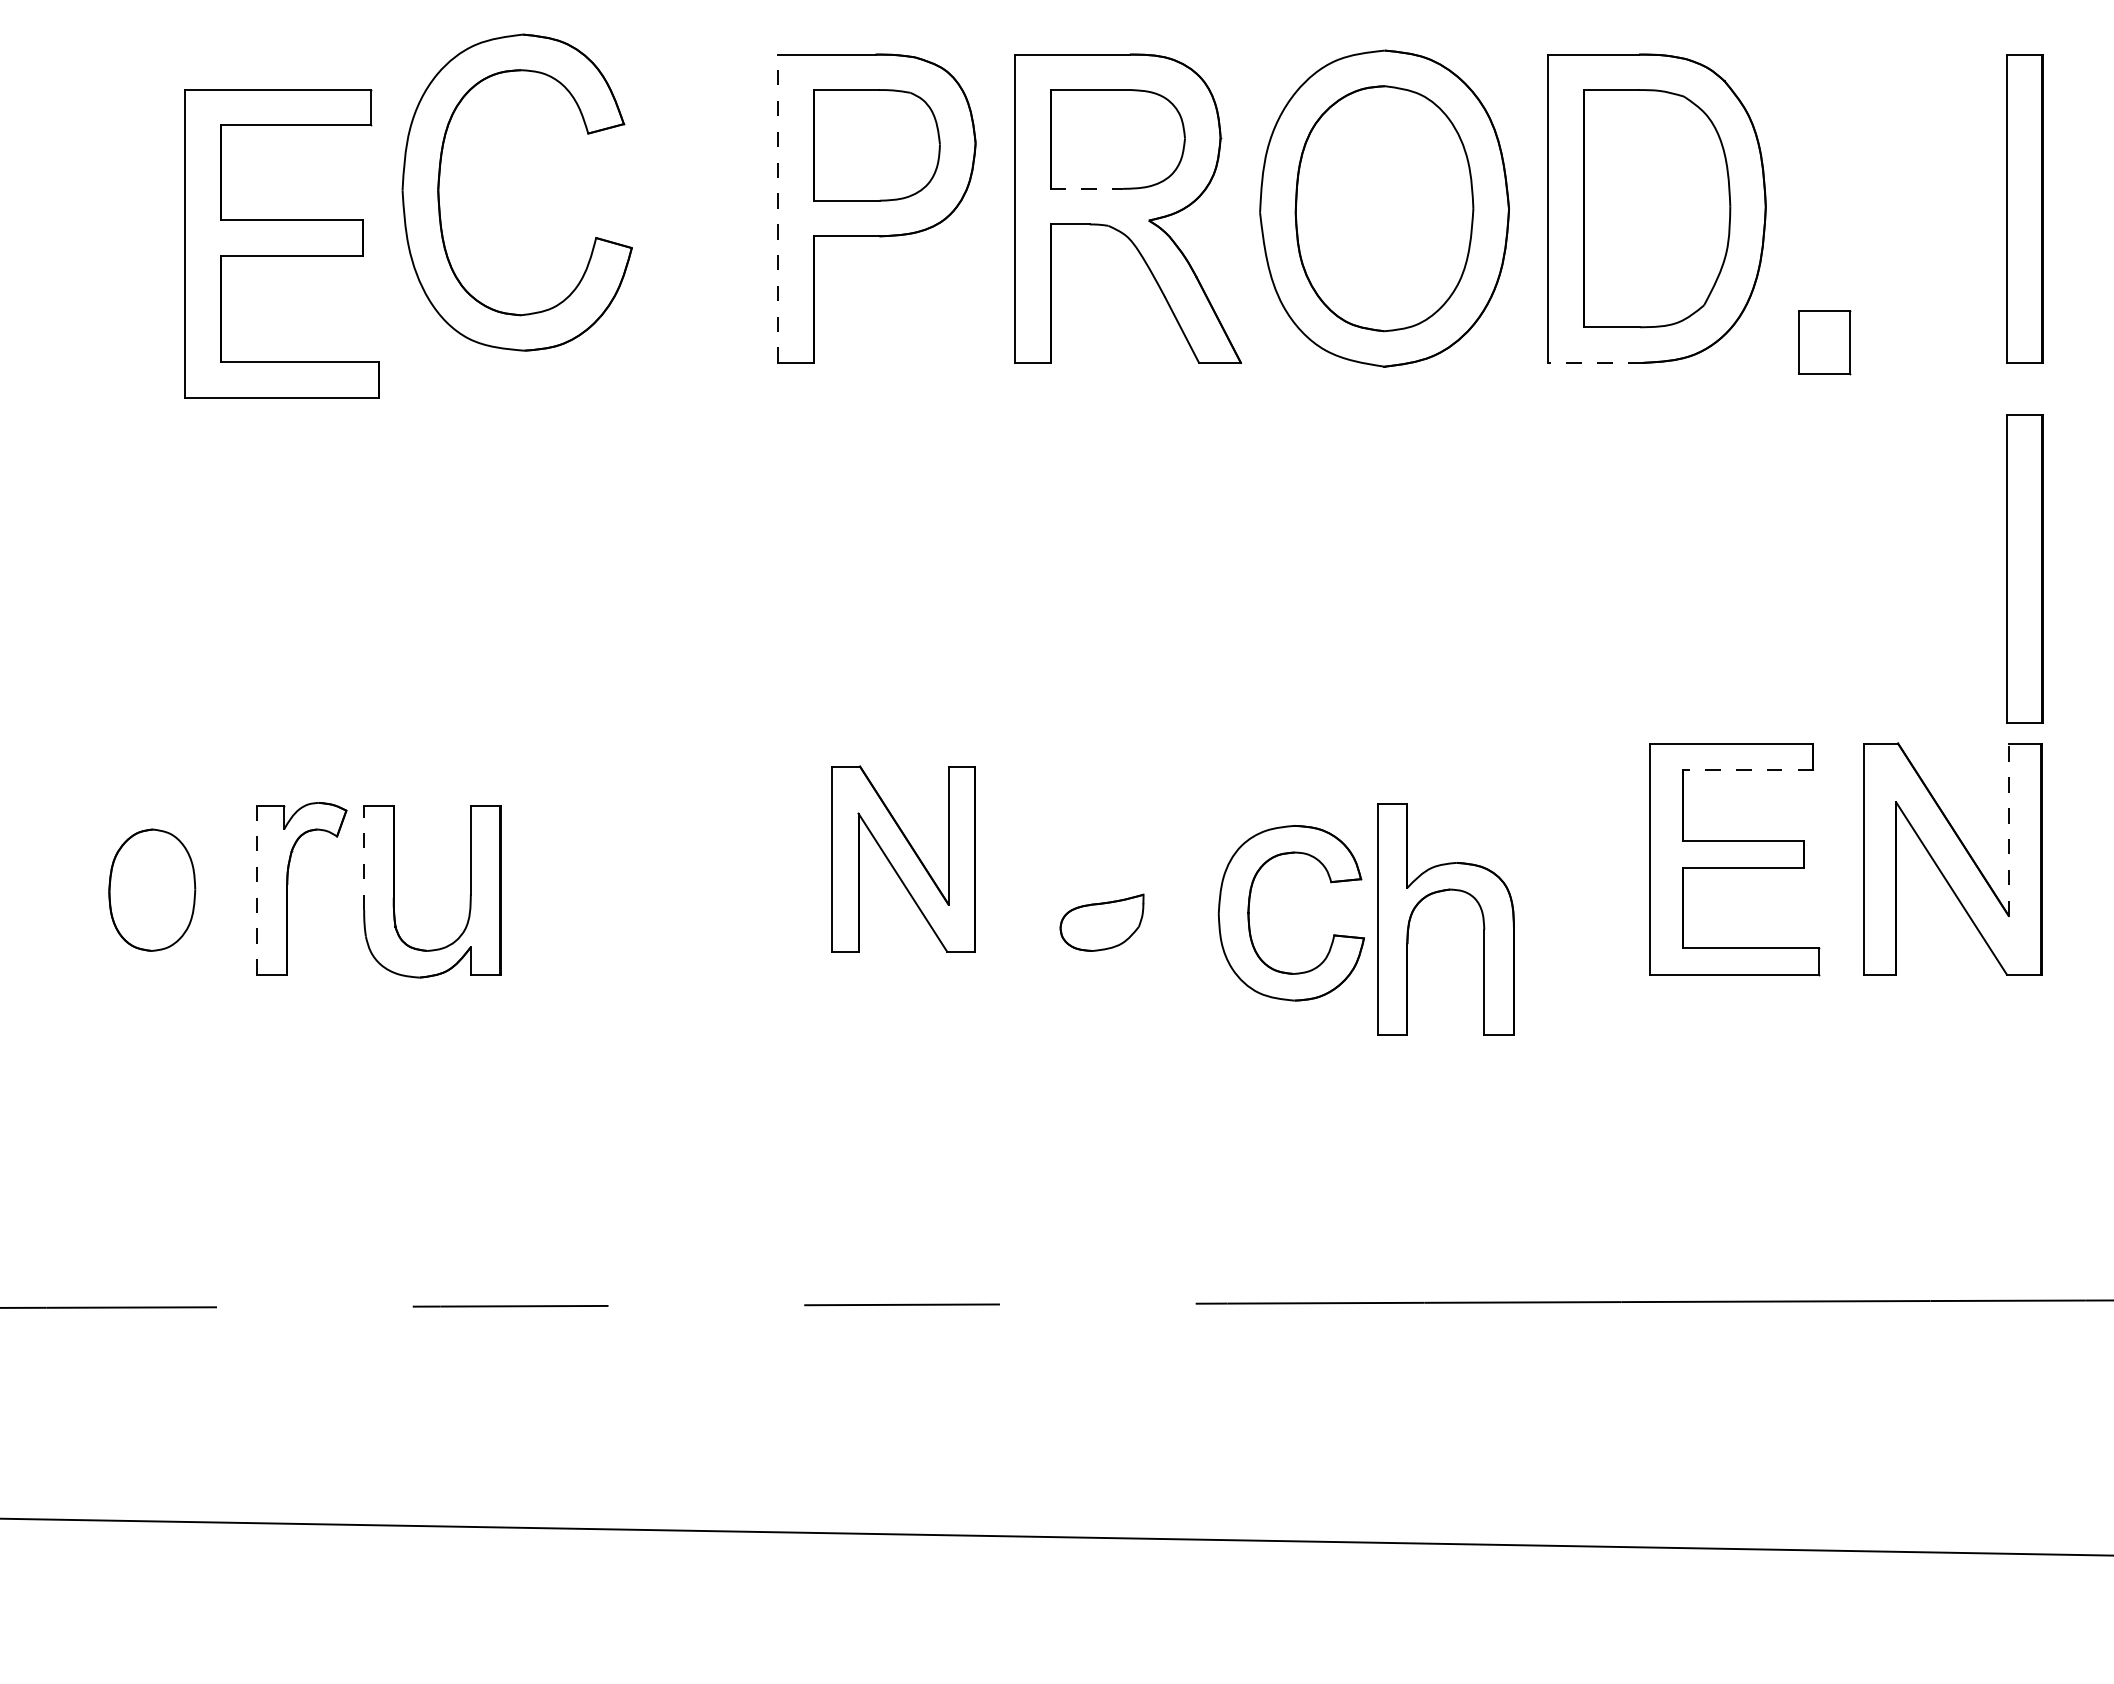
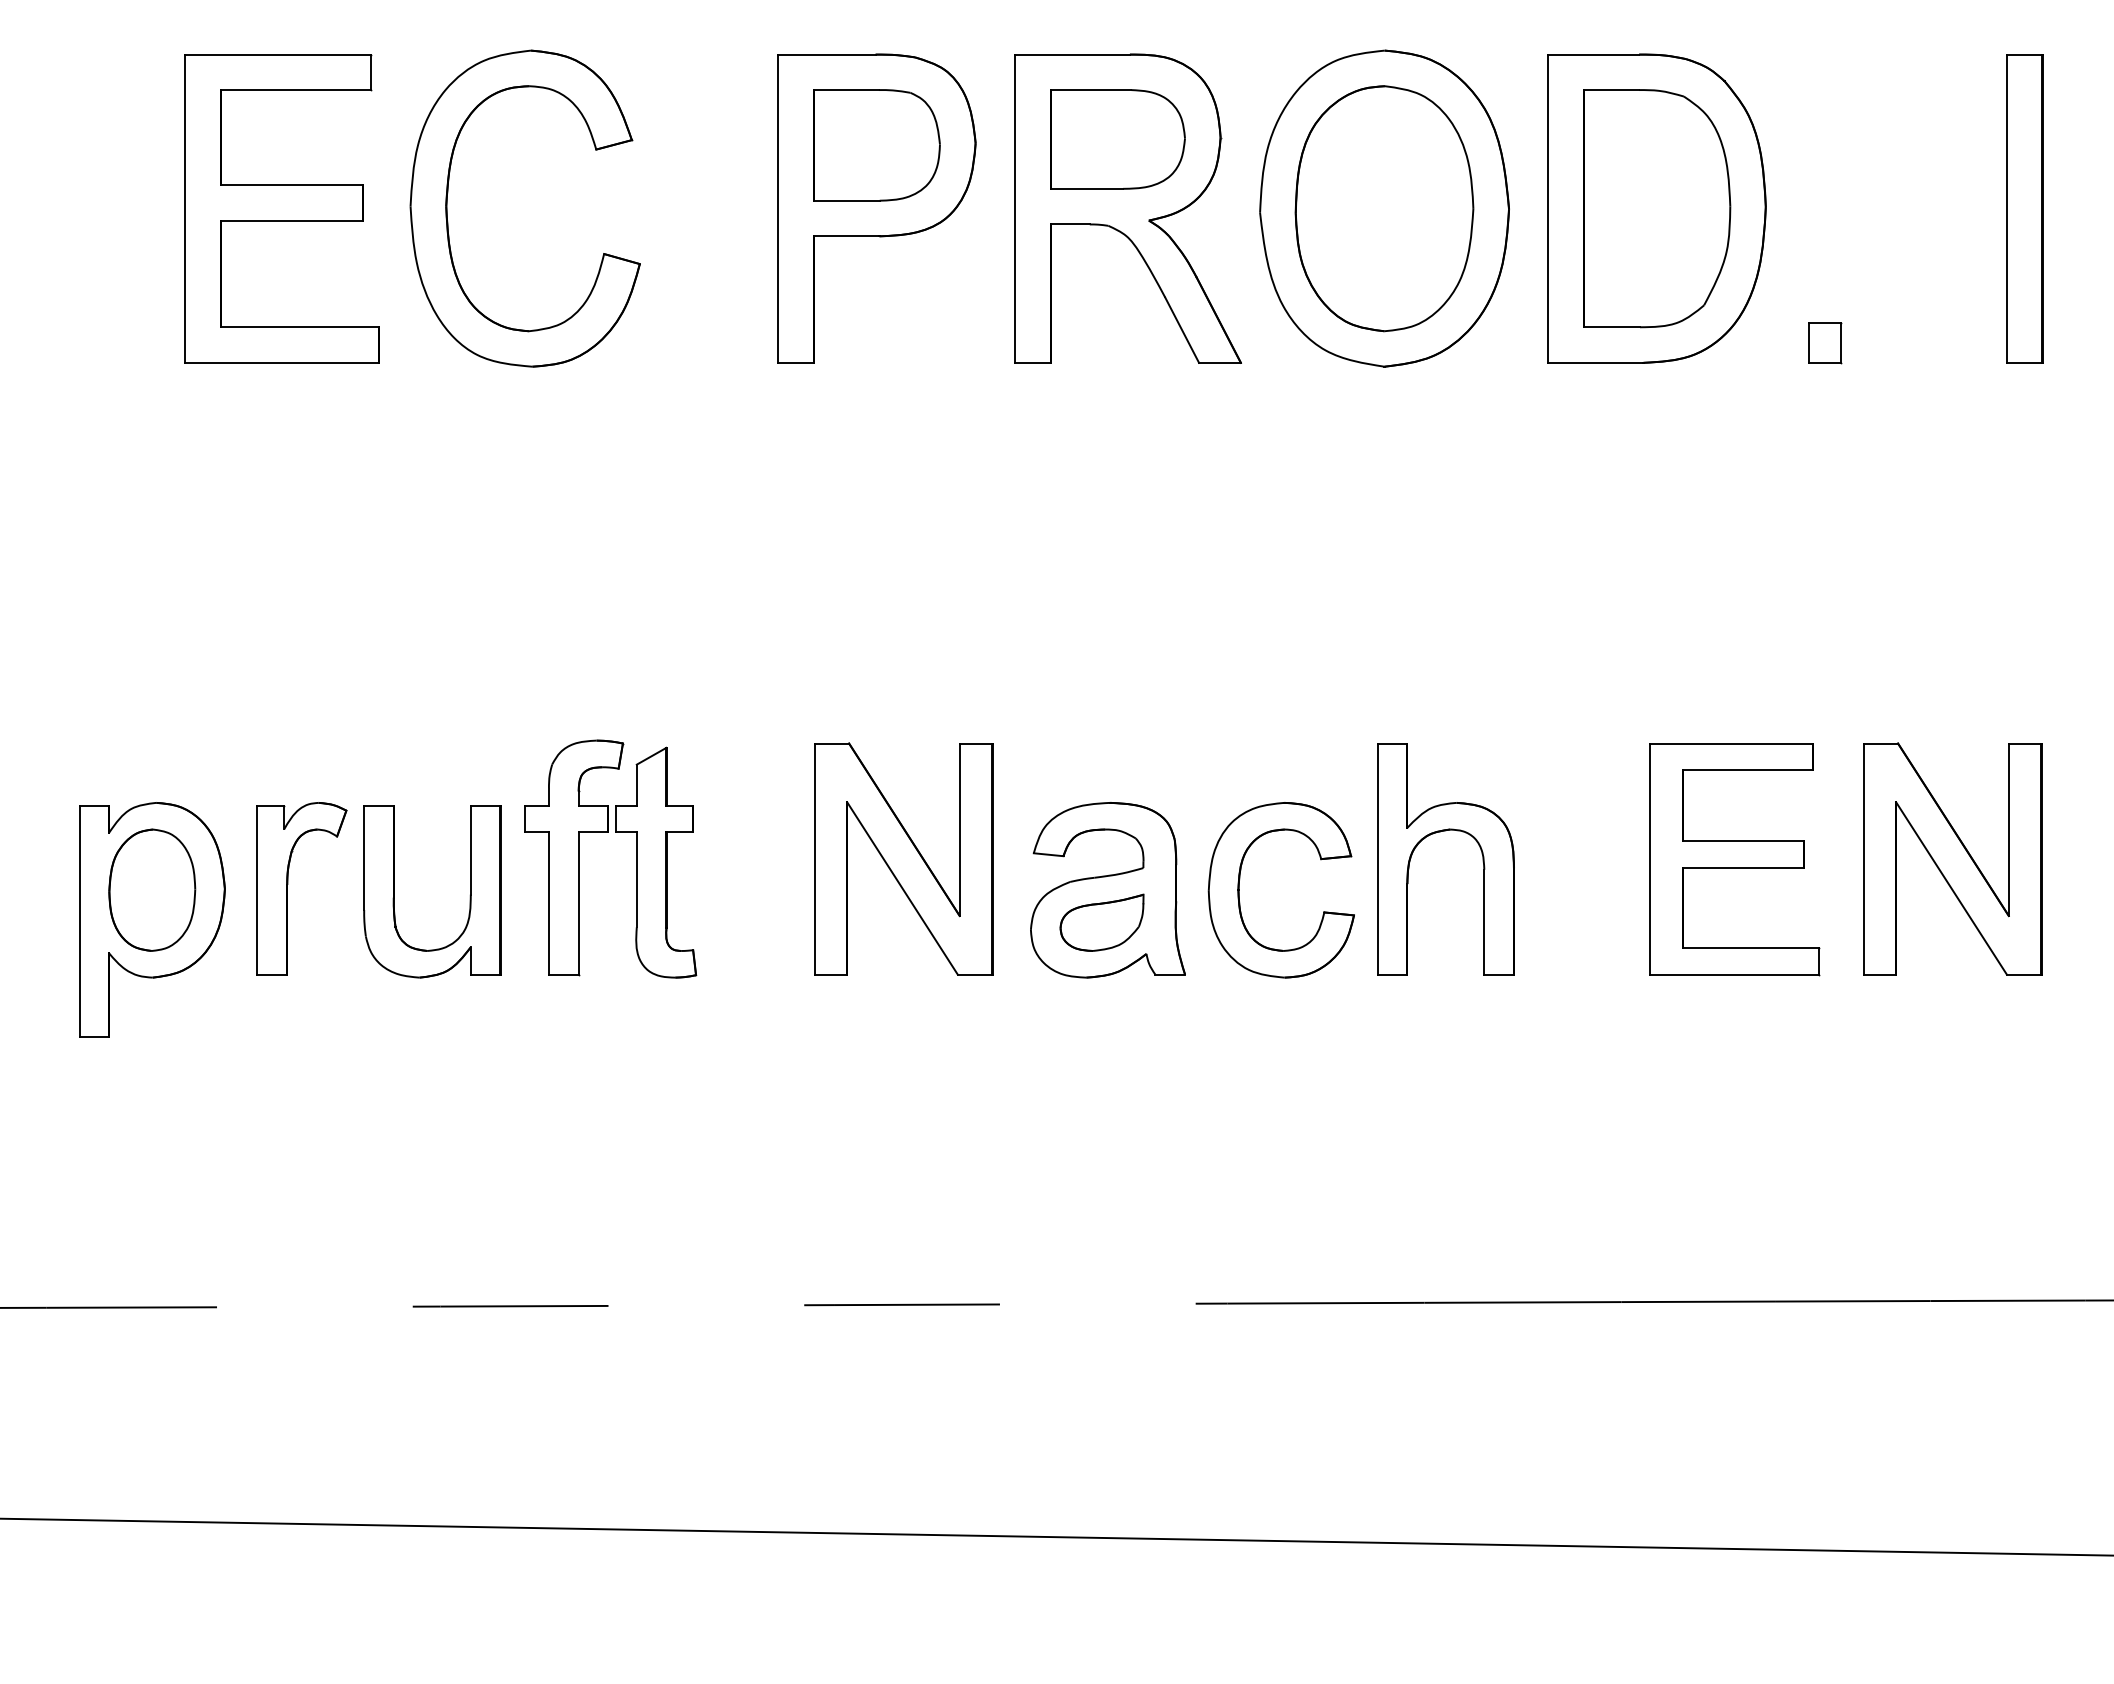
line at (1087, 188): dashed -> solid
part at (439, 192) position: (439, 192) -> (447, 208)
line at (777, 208): dashed -> solid
part at (281, 243) position: (281, 243) -> (281, 208)
part at (1824, 342) size: 54x66 px -> 35x43 px
line at (1595, 362): dashed -> solid
part at (2024, 568): present -> none
line at (1747, 770): dashed -> solid
line at (2008, 829): dashed -> solid
line at (364, 857): dashed -> solid
part at (636, 858): none -> present
part at (903, 858) size: 145x188 px -> 180x234 px
line at (257, 889): dashed -> solid
part at (1107, 890): none -> present
part at (1440, 892) position: (1440, 892) -> (1440, 832)
part at (1249, 913) position: (1249, 913) -> (1239, 890)
part at (152, 919): none -> present
